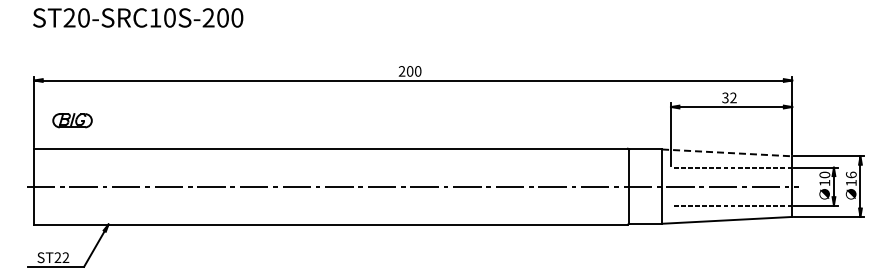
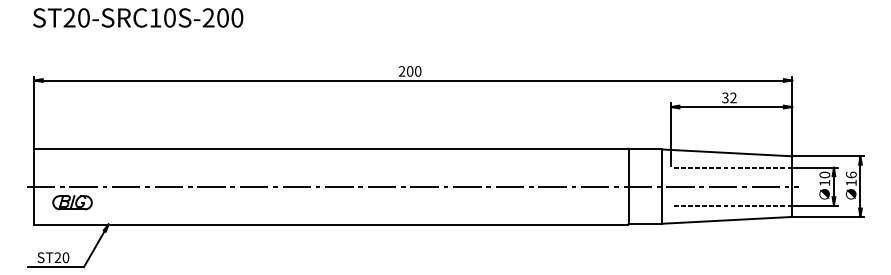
part at (72, 120) position: (72, 120) -> (72, 202)
line at (727, 152): dashed -> solid
text at (65, 257): ST22 -> ST20
